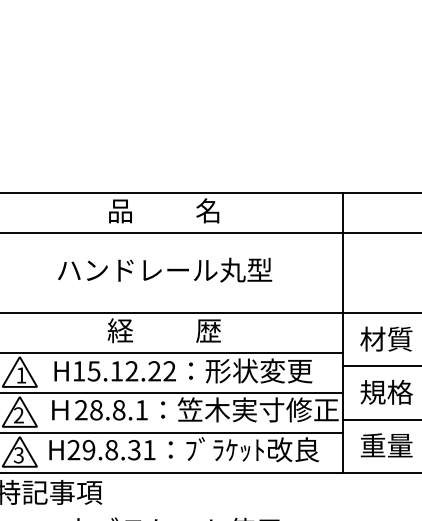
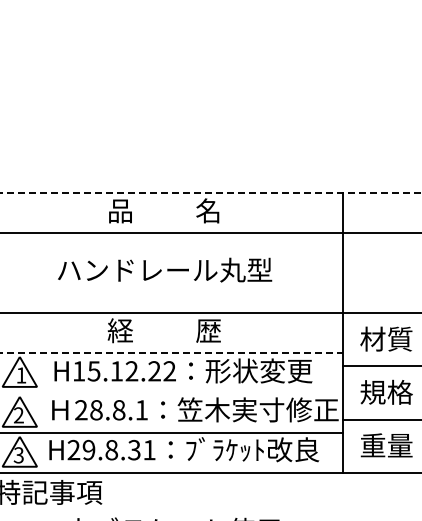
line at (211, 193): solid -> dashed
line at (172, 352): solid -> dashed
line at (172, 392): present -> none
